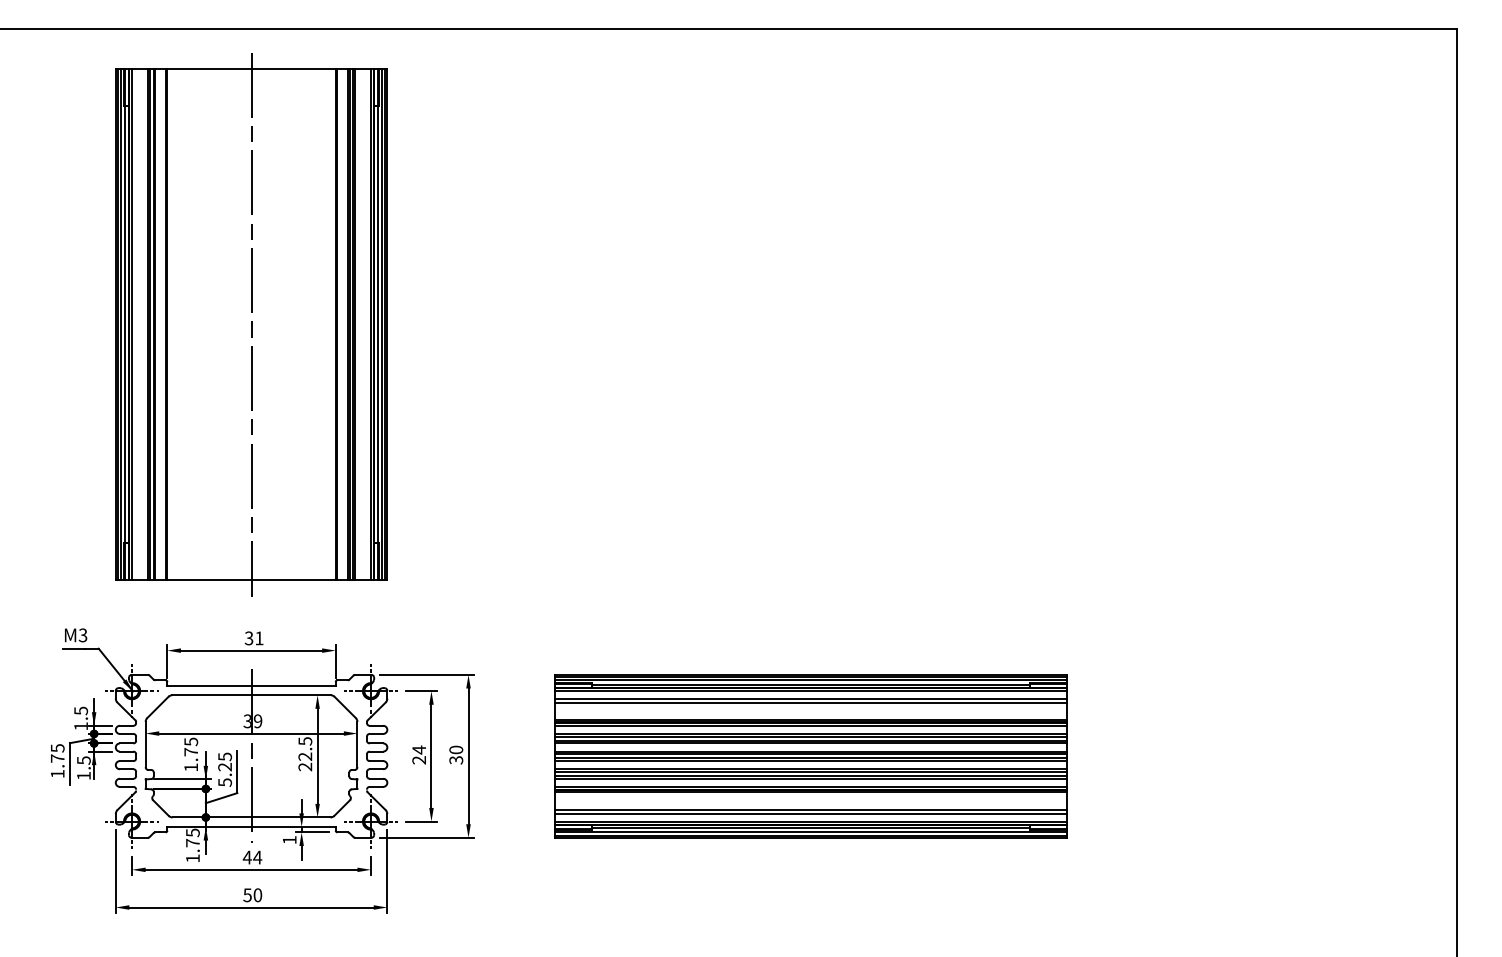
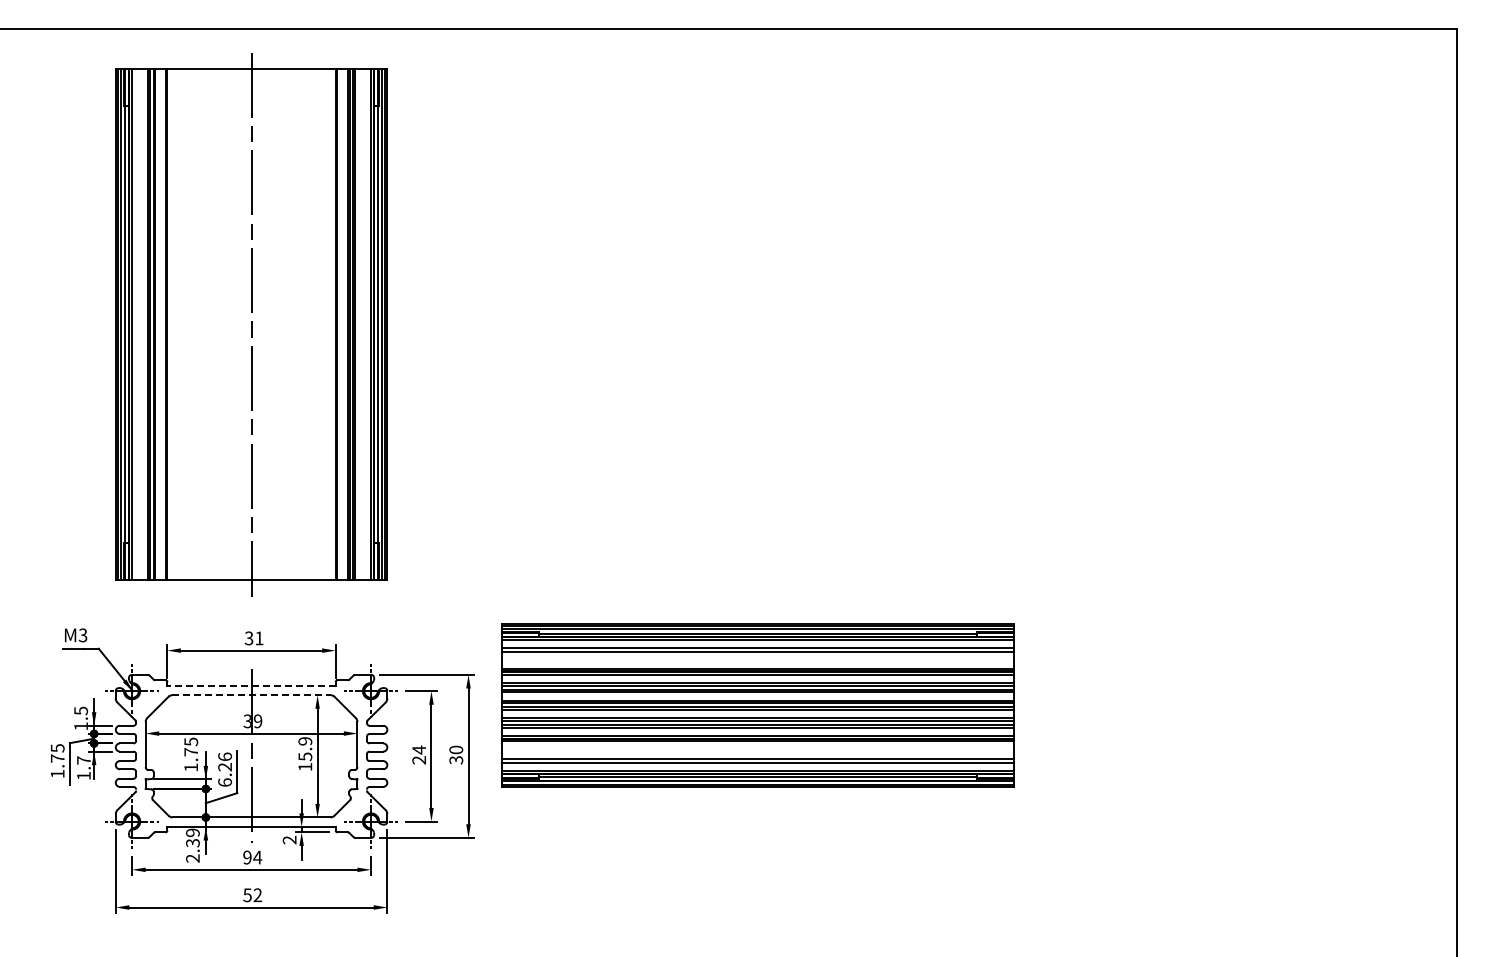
line at (251, 685): solid -> dashed
line at (252, 695): solid -> dashed
text at (305, 754): 22.5 -> 15.9
part at (810, 756) position: (810, 756) -> (757, 705)
text at (83, 760): 1.5 -> 1.7
text at (224, 769): 5.25 -> 6.26
text at (289, 840): 1 -> 2
text at (192, 845): 1.75 -> 2.39
text at (246, 857): 44 -> 94
text at (257, 895): 50 -> 52
